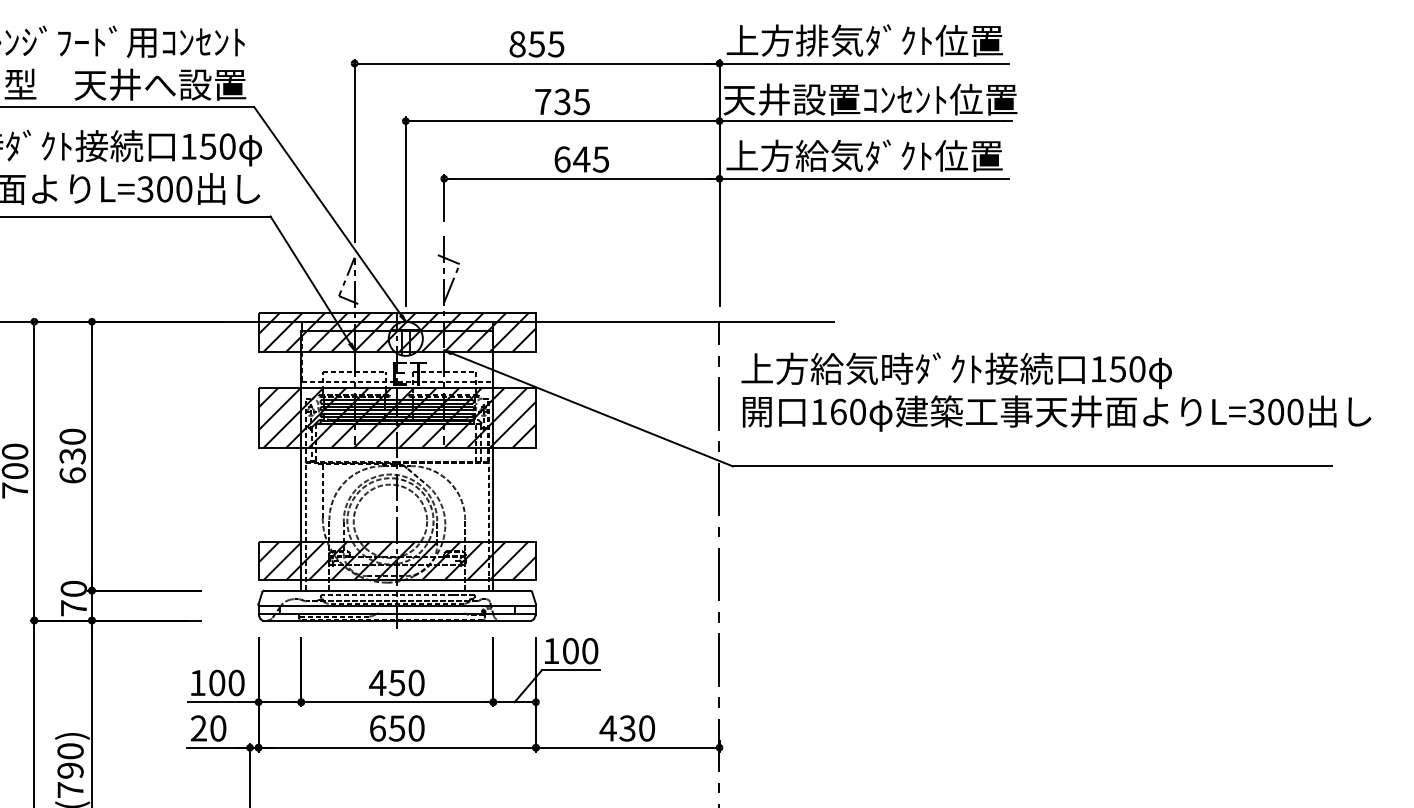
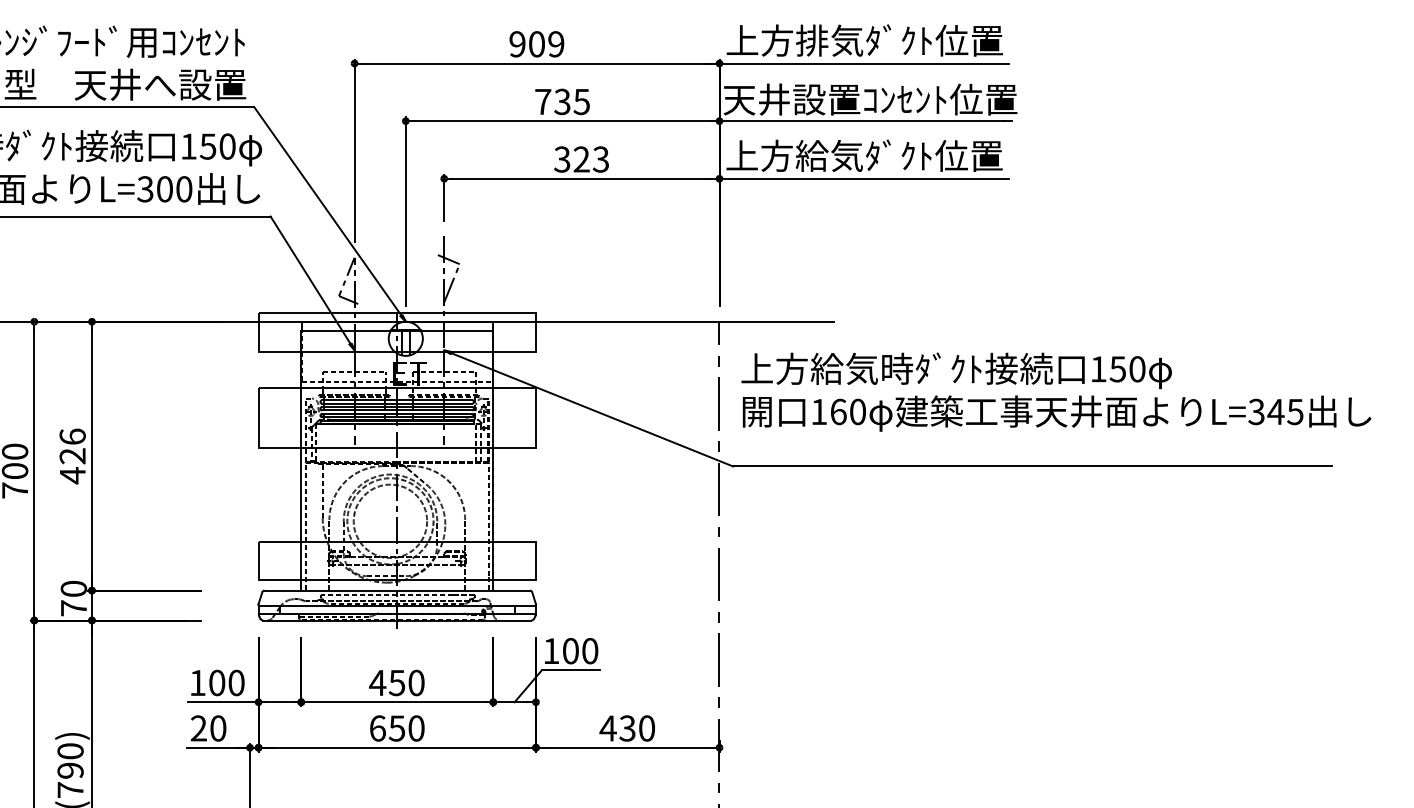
text at (536, 44): 855 -> 909
text at (581, 159): 645 -> 323
hatch at (396, 332): present -> none
text at (1285, 411): L=300 -> L=345
hatch at (396, 417): present -> none
text at (72, 456): 630 -> 426
hatch at (396, 560): present -> none
